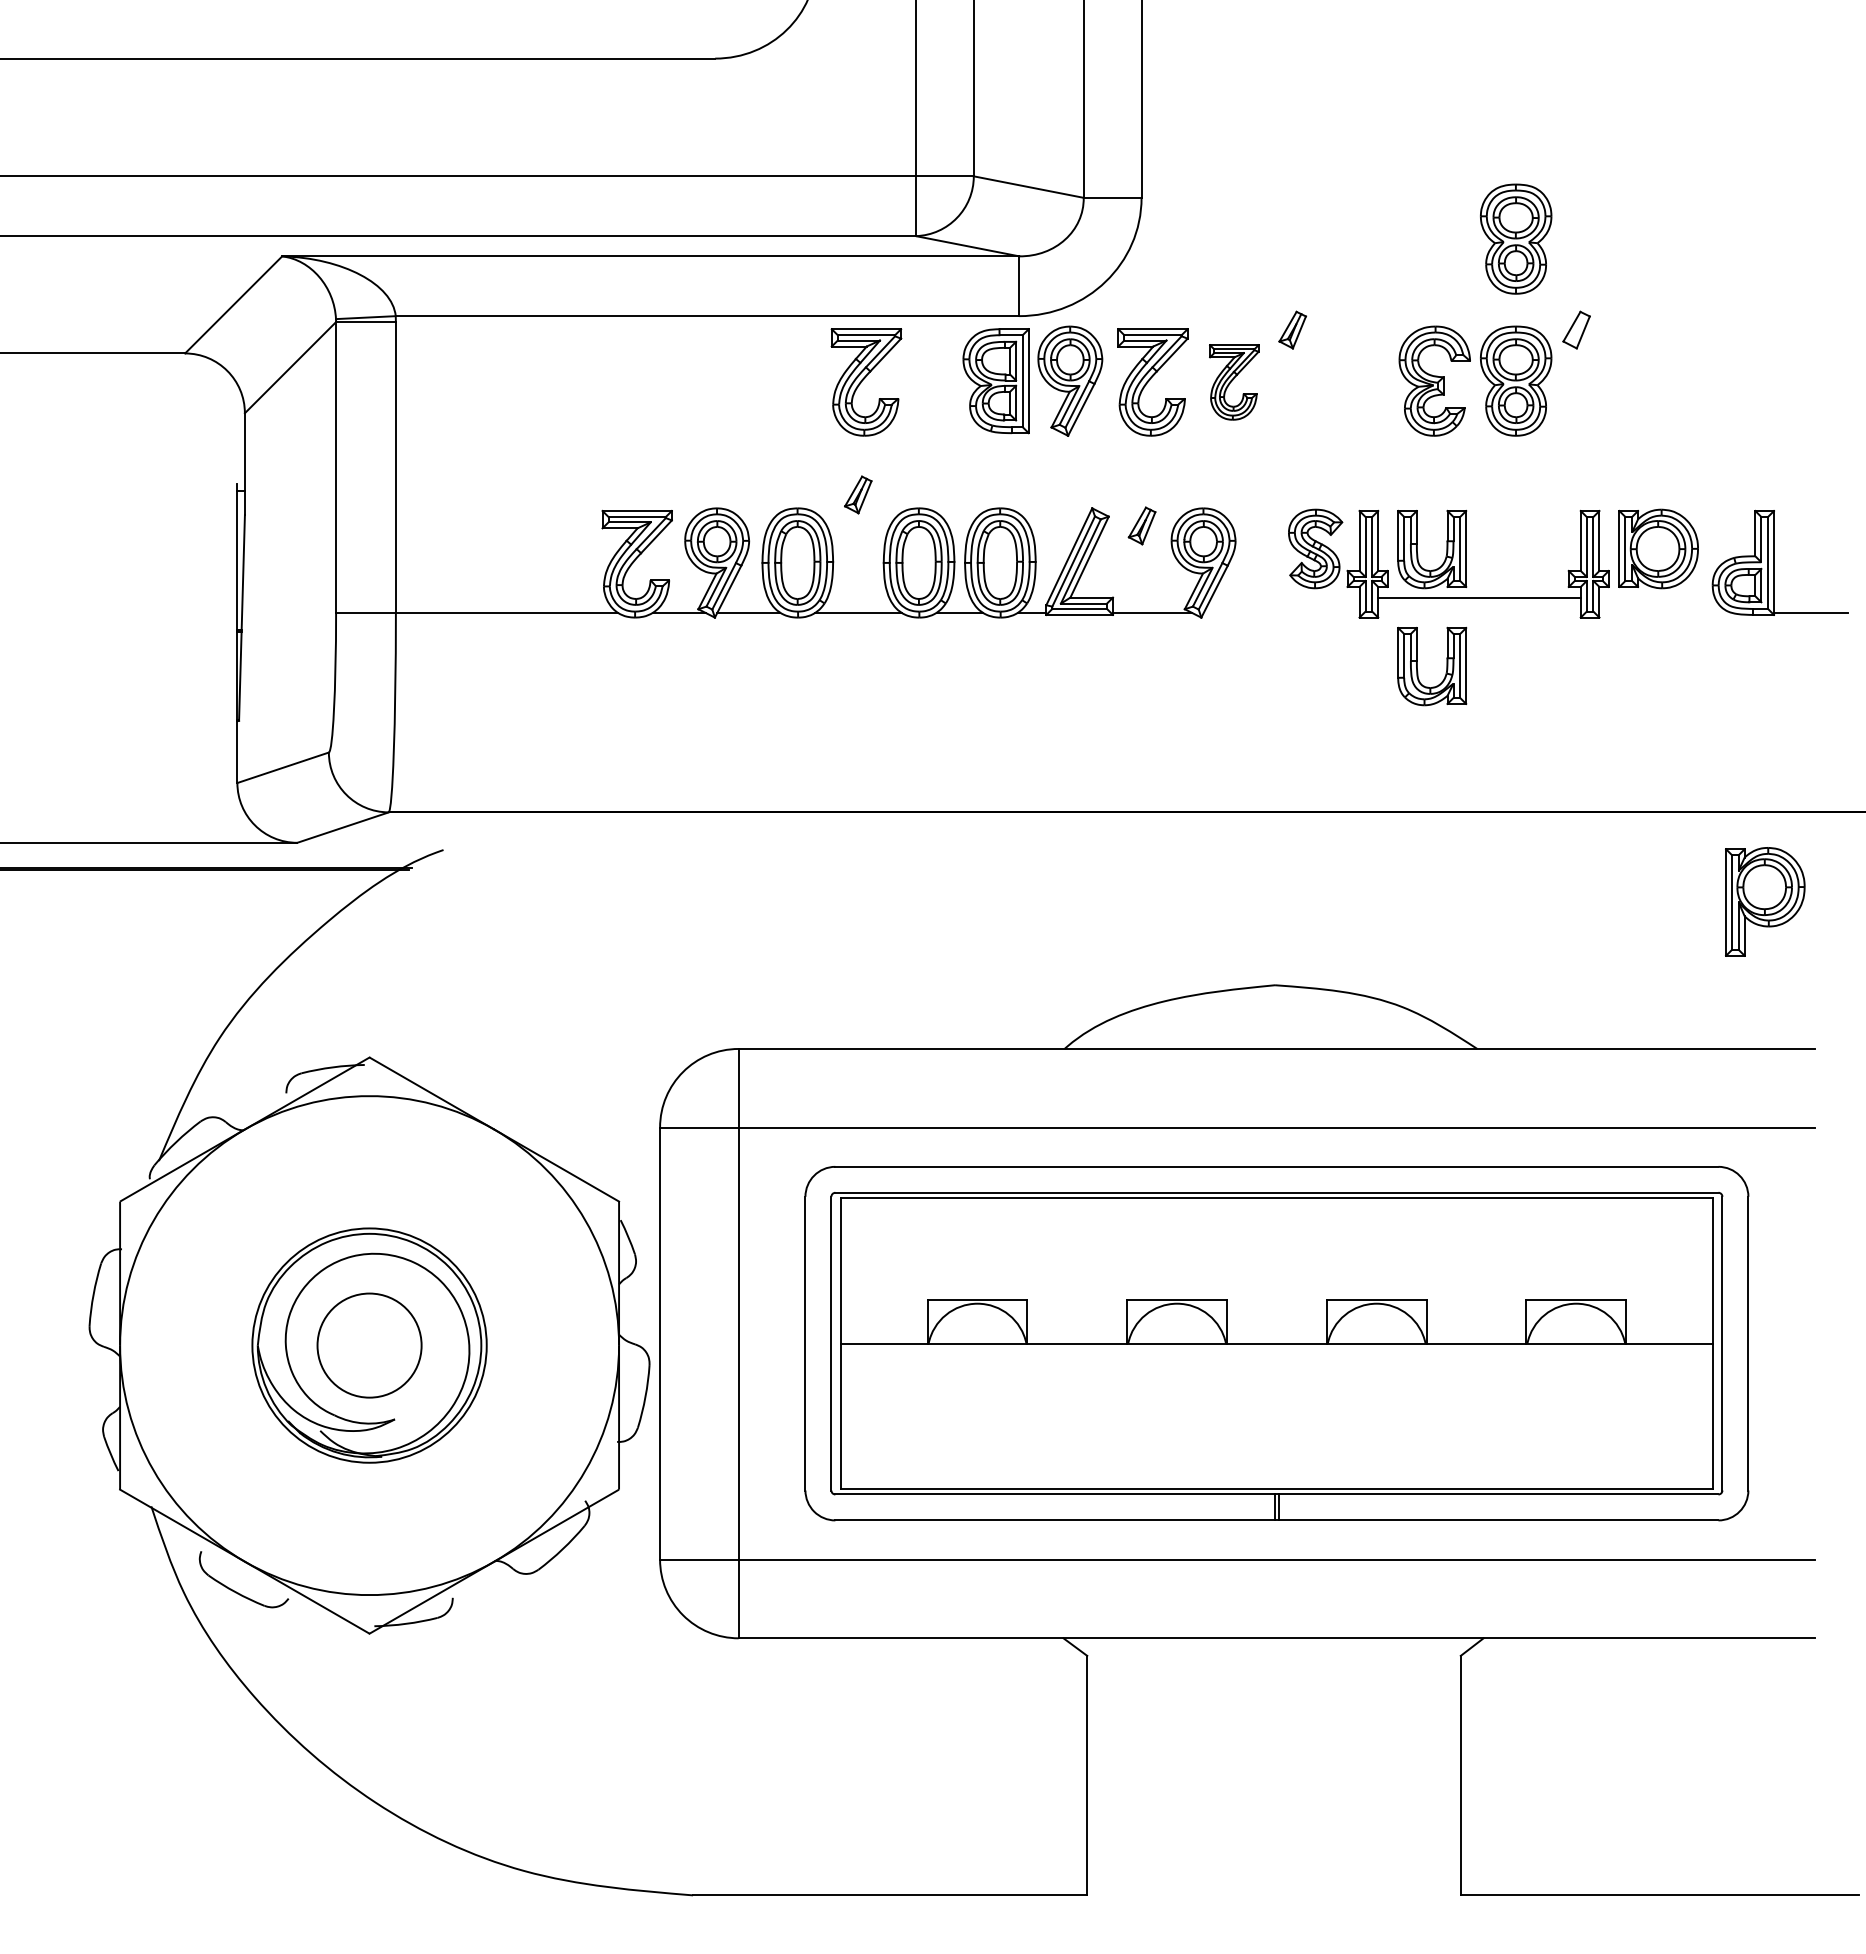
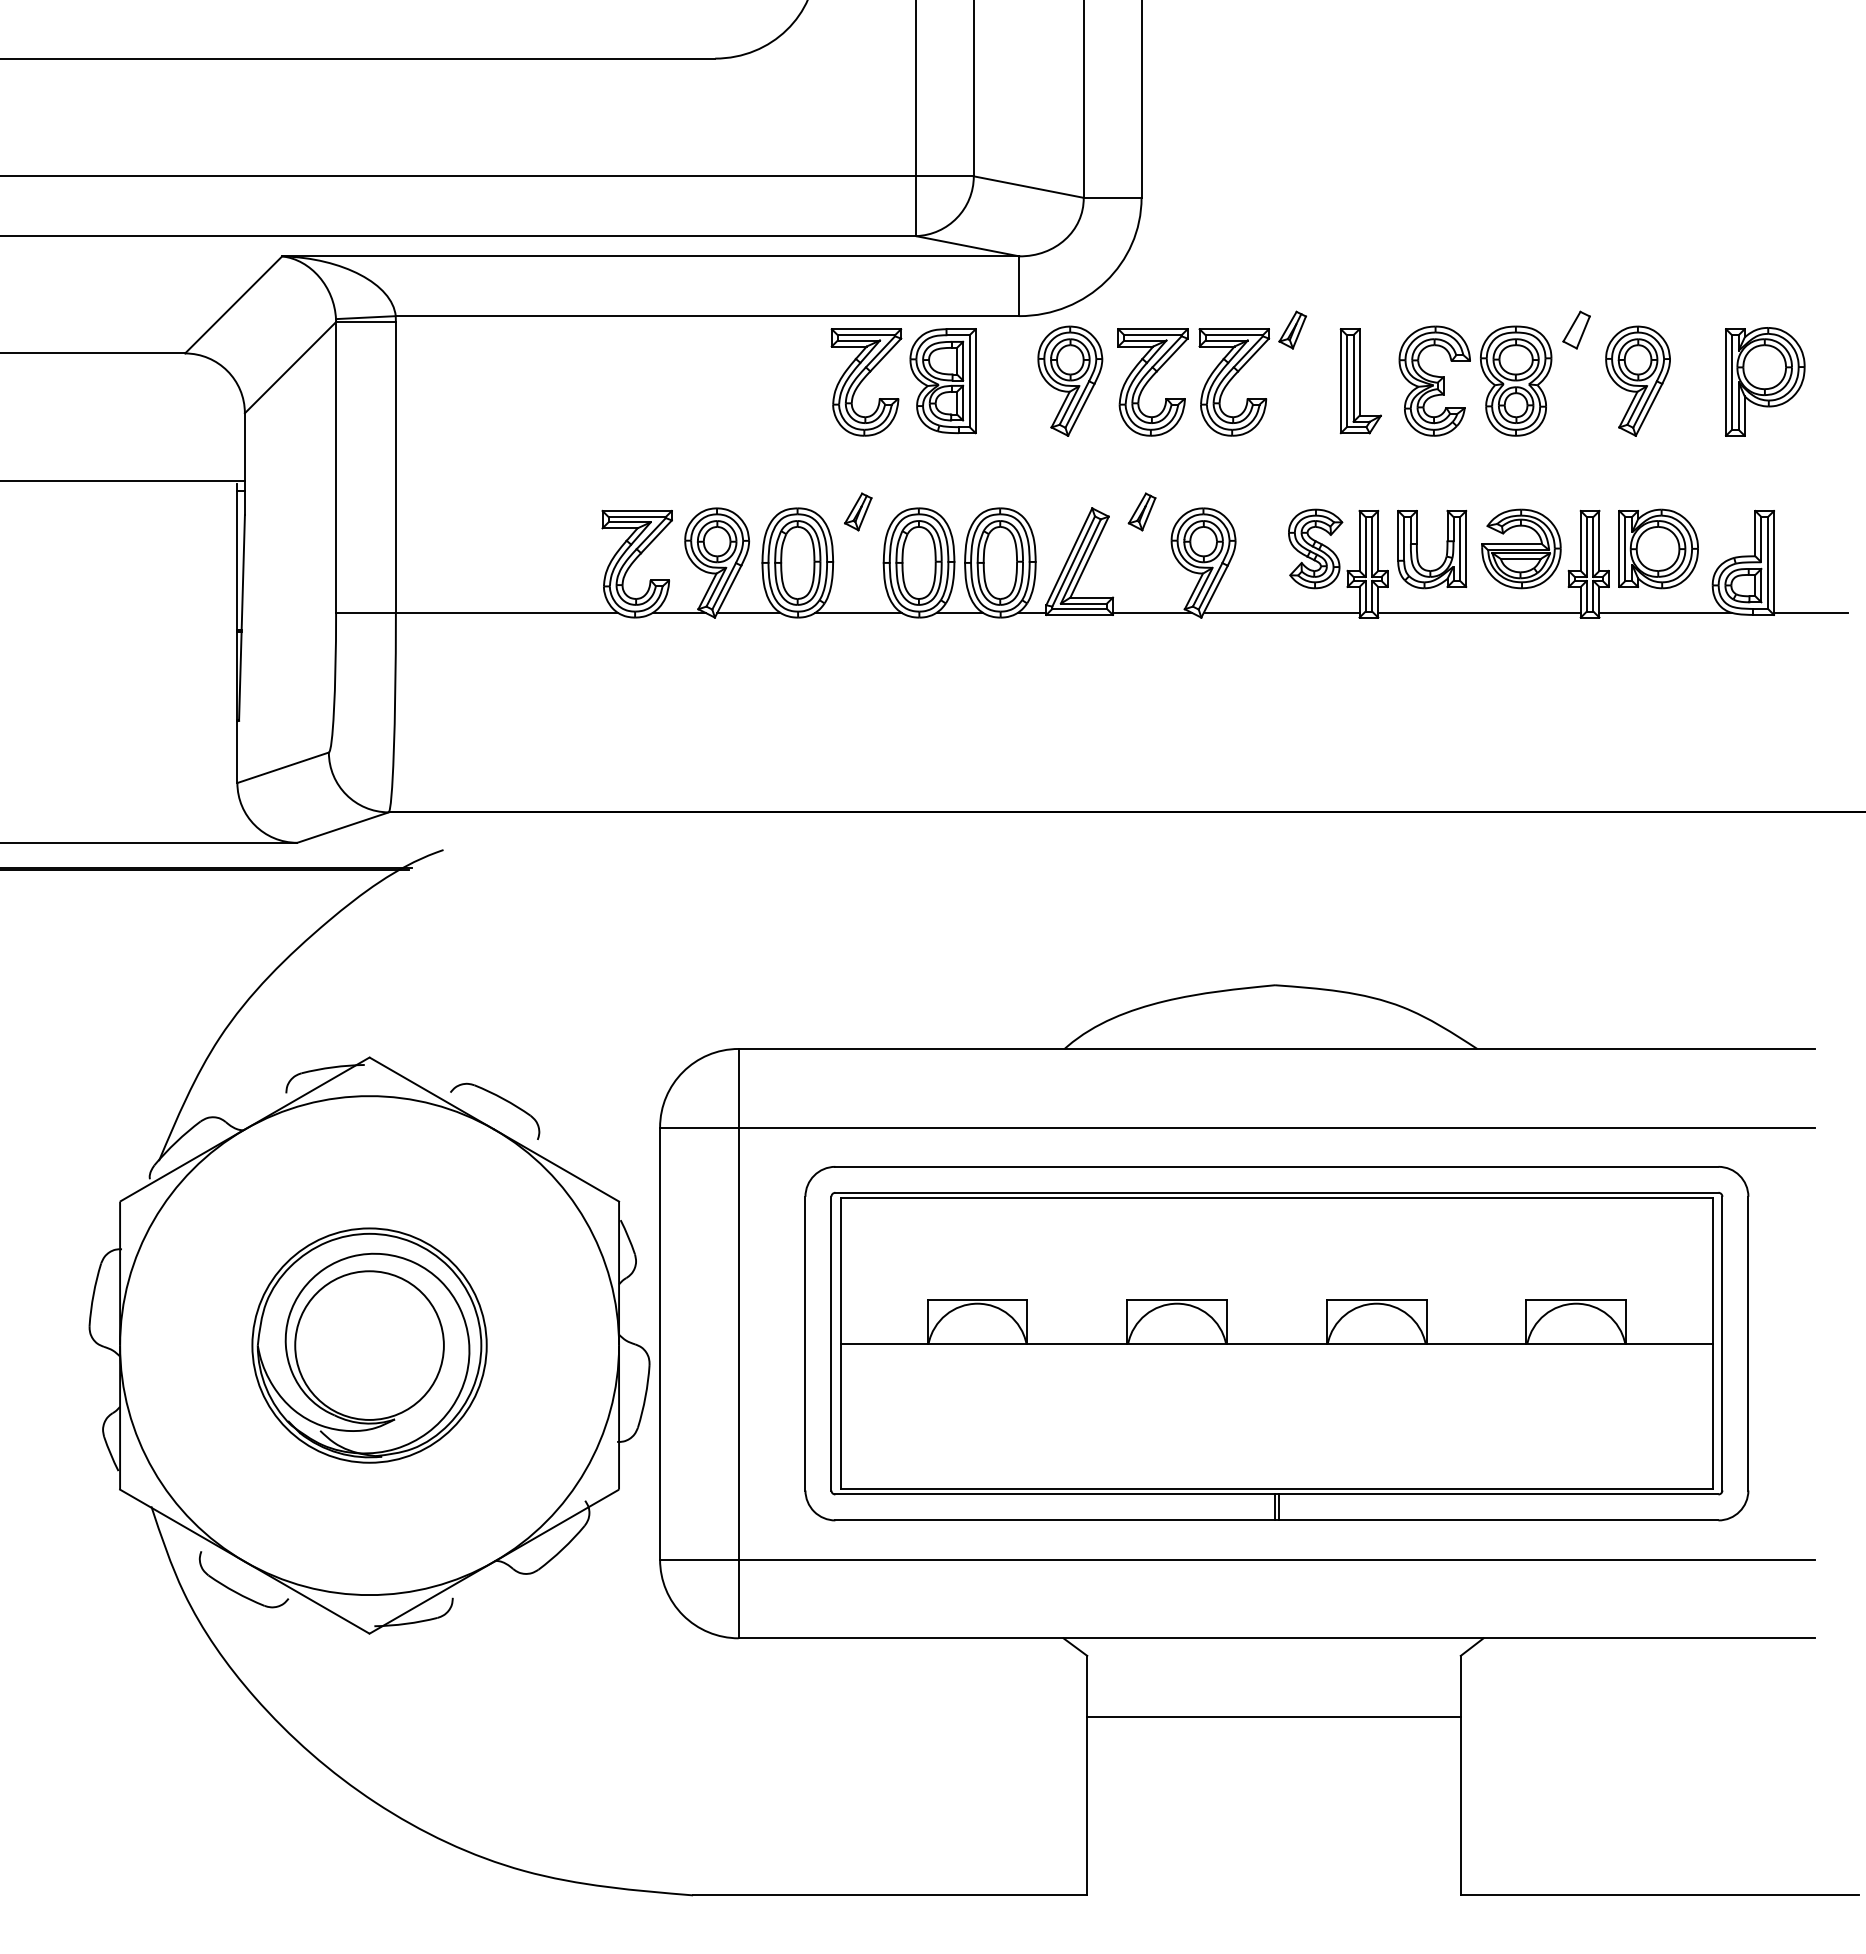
part at (1516, 238): present -> none
part at (1637, 380): none -> present
part at (995, 381) position: (995, 381) -> (942, 381)
part at (1360, 381): none -> present
part at (1234, 382) size: 51x77 px -> 73x109 px
line at (123, 480): none -> present
part at (858, 494) position: (858, 494) -> (858, 511)
part at (1141, 525) position: (1141, 525) -> (1141, 511)
part at (1521, 548): none -> present
line at (1479, 597) position: (1479, 597) -> (1479, 612)
line at (1281, 612): none -> present
line at (1665, 612): none -> present
part at (1446, 666): present -> none
part at (1765, 901) position: (1765, 901) -> (1765, 381)
part at (503, 1100): none -> present
circle at (369, 1345) diameter: 104 px -> 149 px
line at (1273, 1716): none -> present
